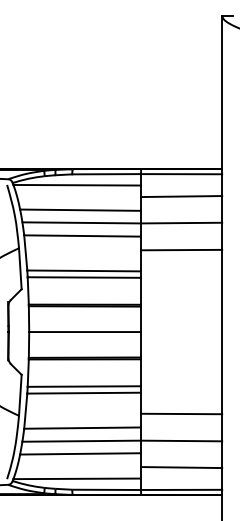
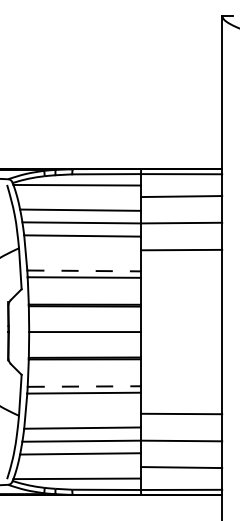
line at (84, 270): solid -> dashed
line at (84, 386): solid -> dashed
